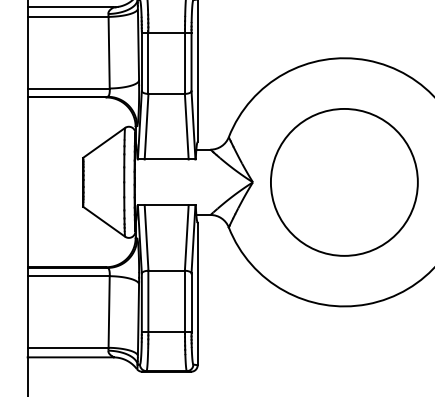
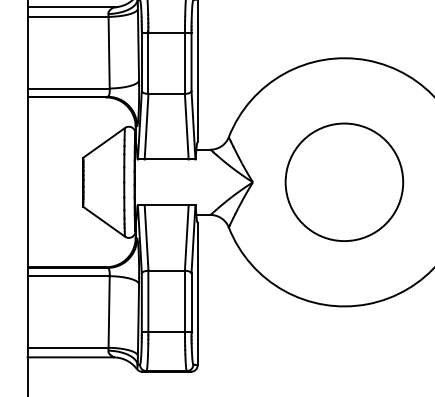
circle at (344, 182) size: 149x149 px -> 121x120 px
